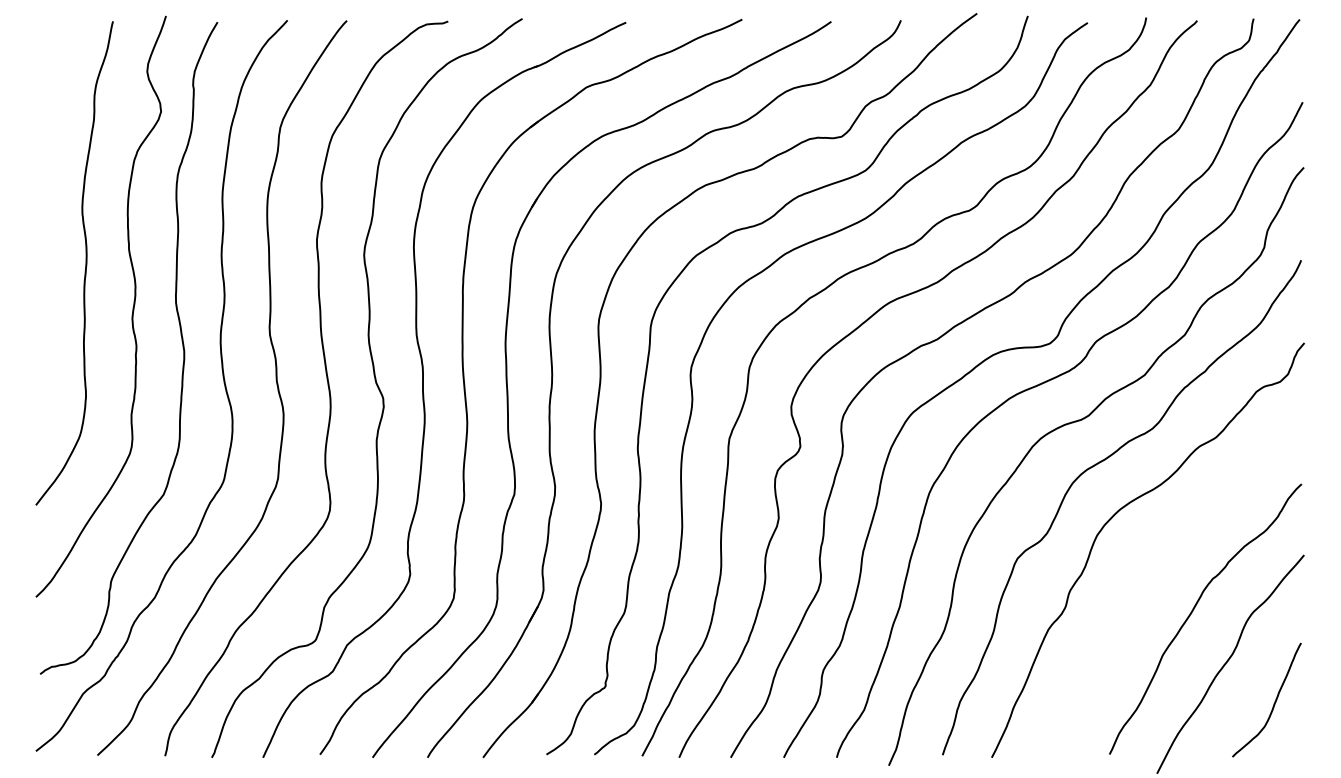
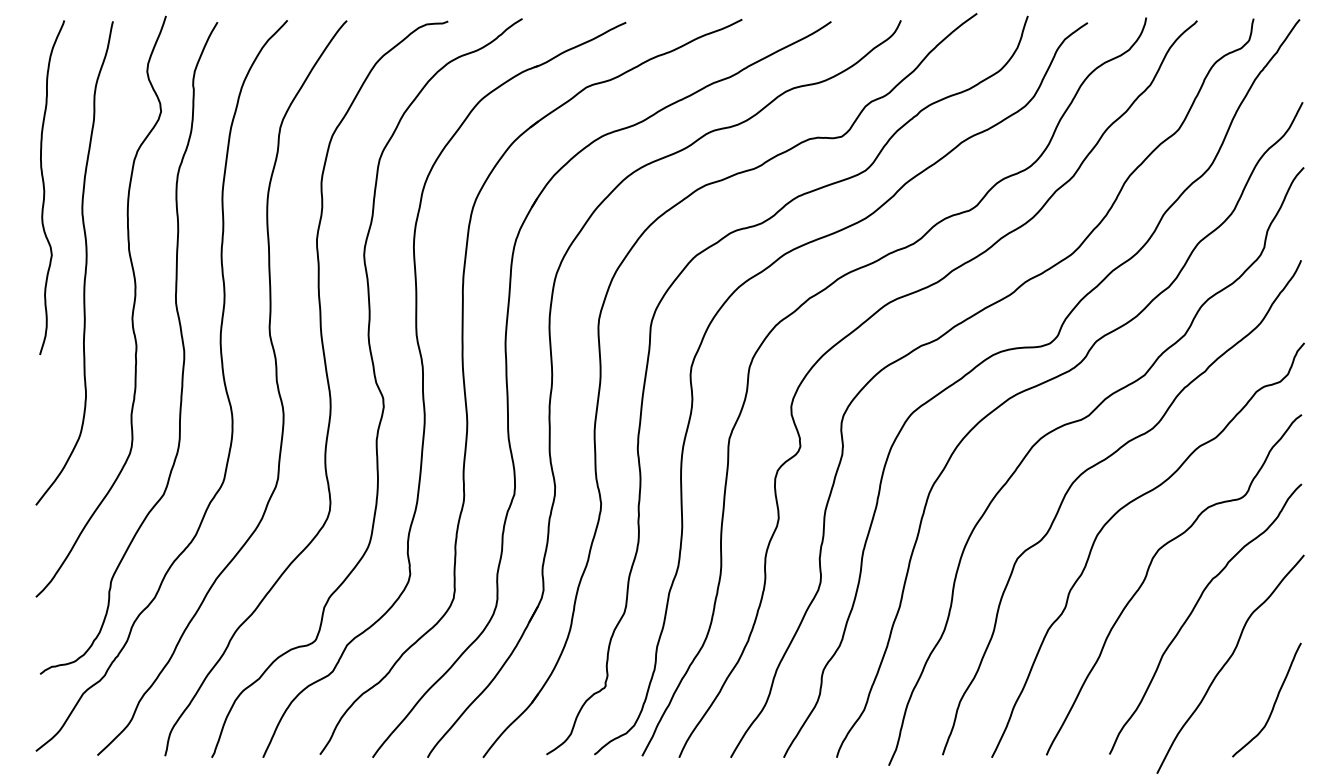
curve at (45, 190): none -> present
curve at (1147, 575): none -> present
